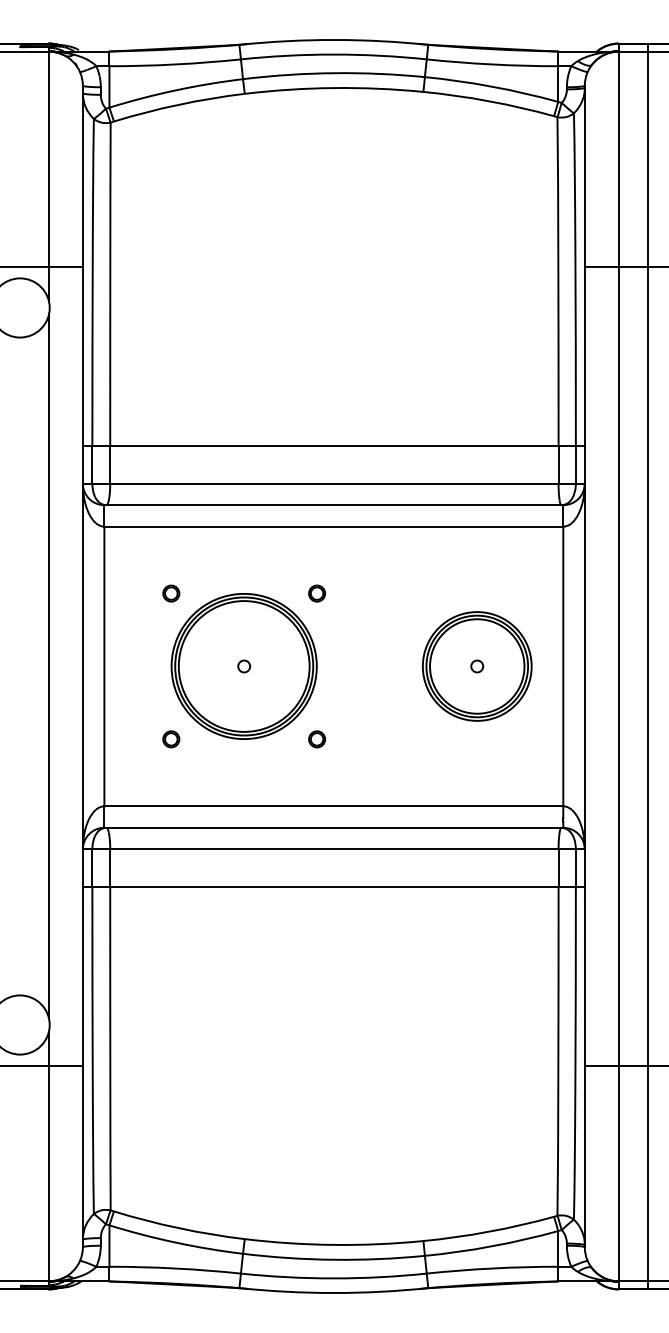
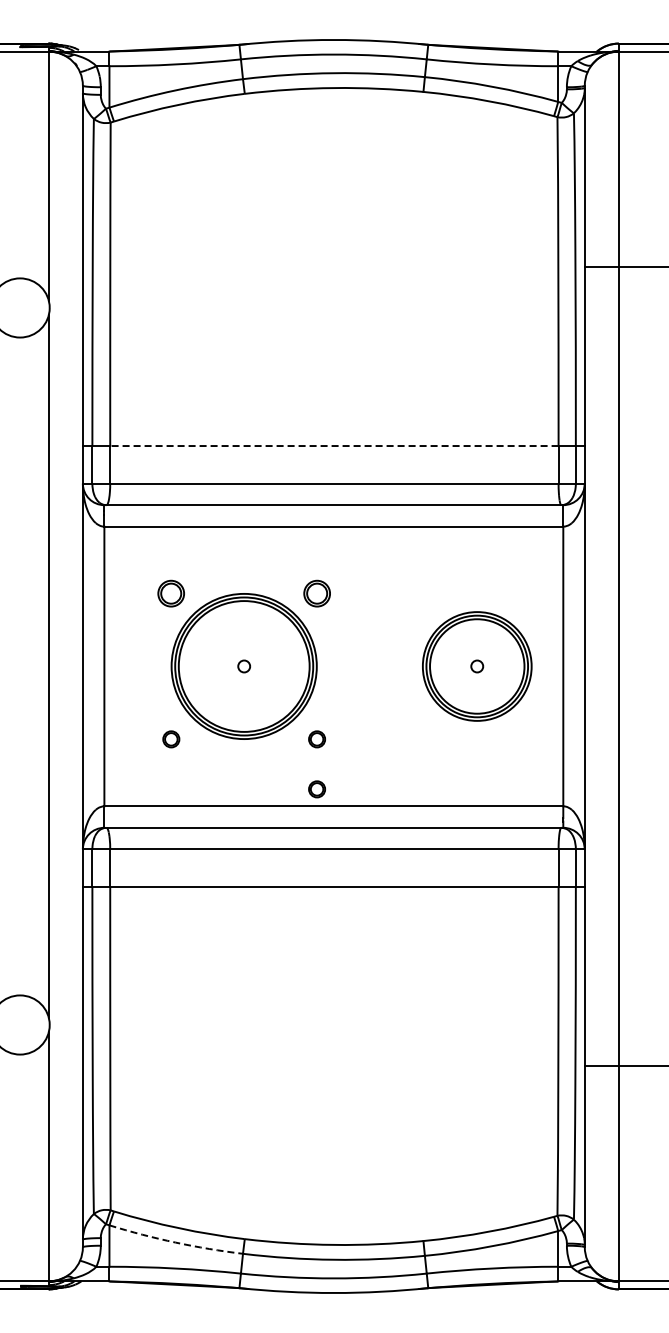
line at (42, 266): present -> none
line at (333, 446): solid -> dashed
circle at (171, 593) size: 19x19 px -> 28x29 px
circle at (316, 593) size: 18x19 px -> 28x29 px
line at (647, 666): present -> none
circle at (316, 789): none -> present
line at (42, 1066): present -> none
arc at (175, 1242): solid -> dashed
